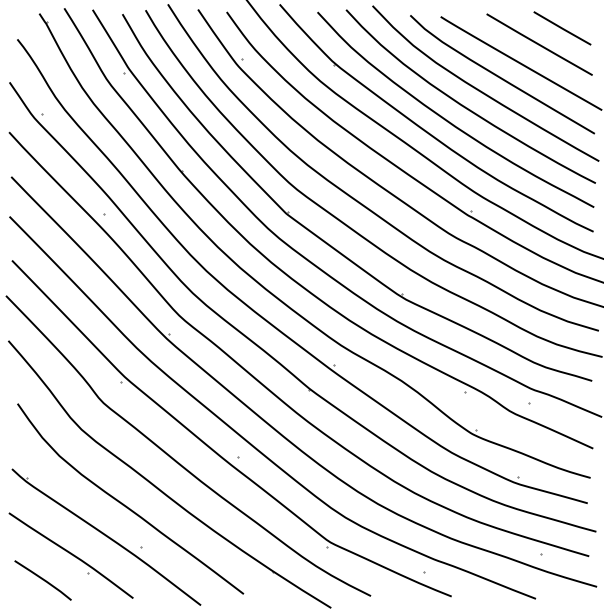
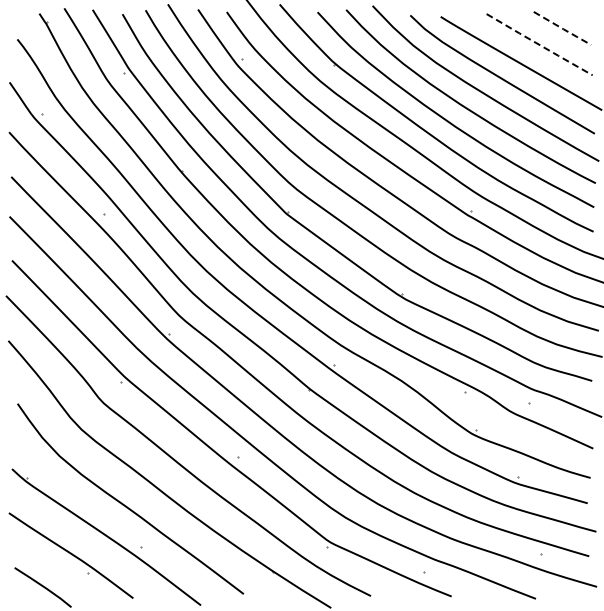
line at (562, 28): solid -> dashed
line at (539, 44): solid -> dashed
line at (42, 580) position: (42, 580) -> (42, 587)
